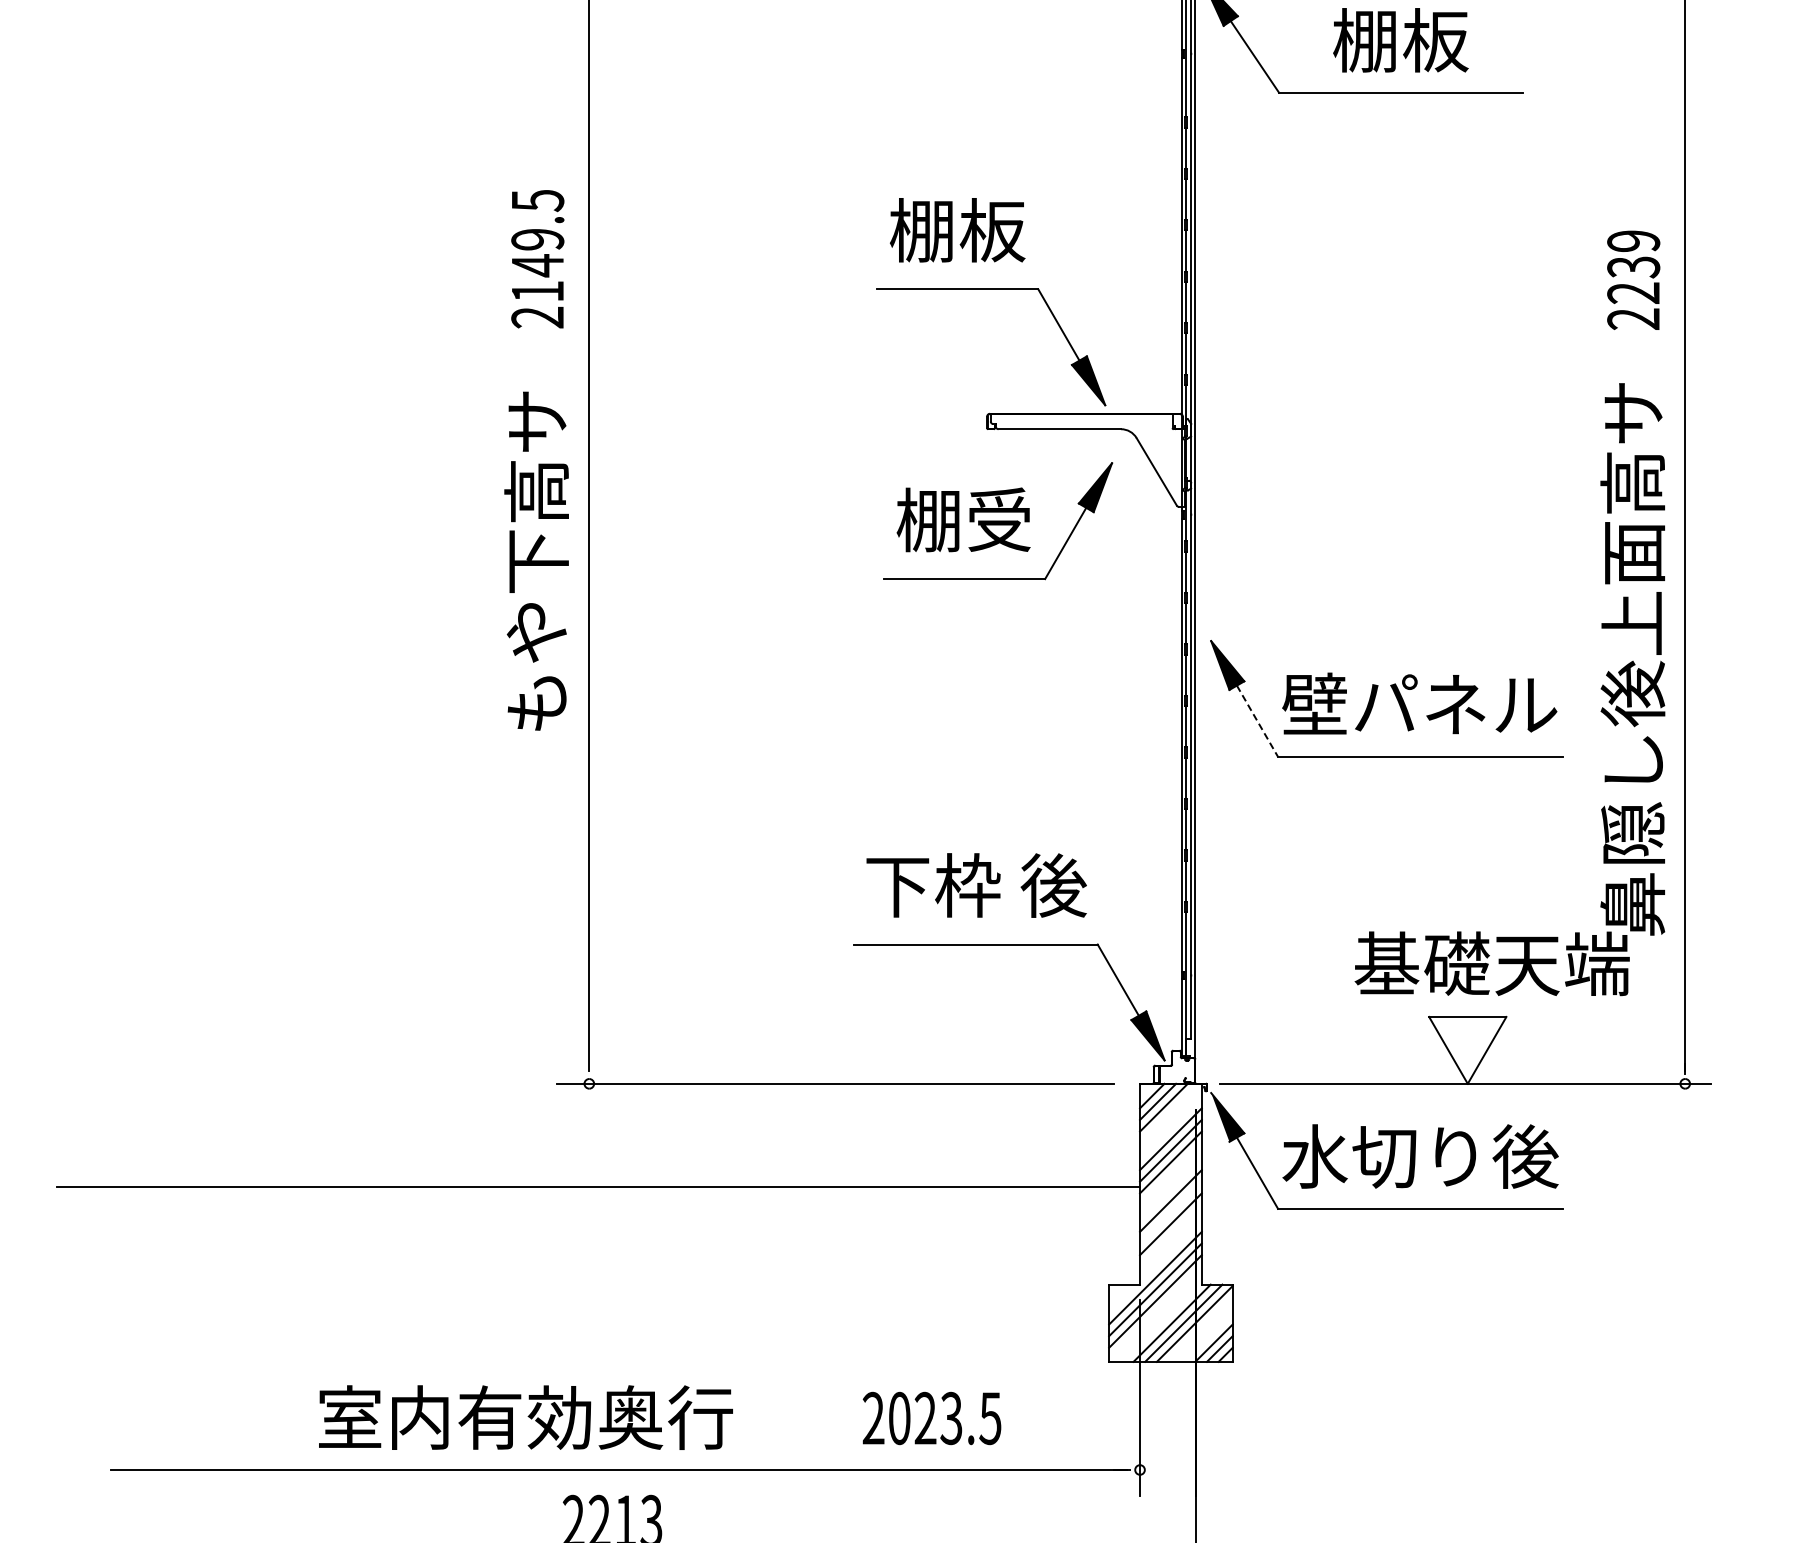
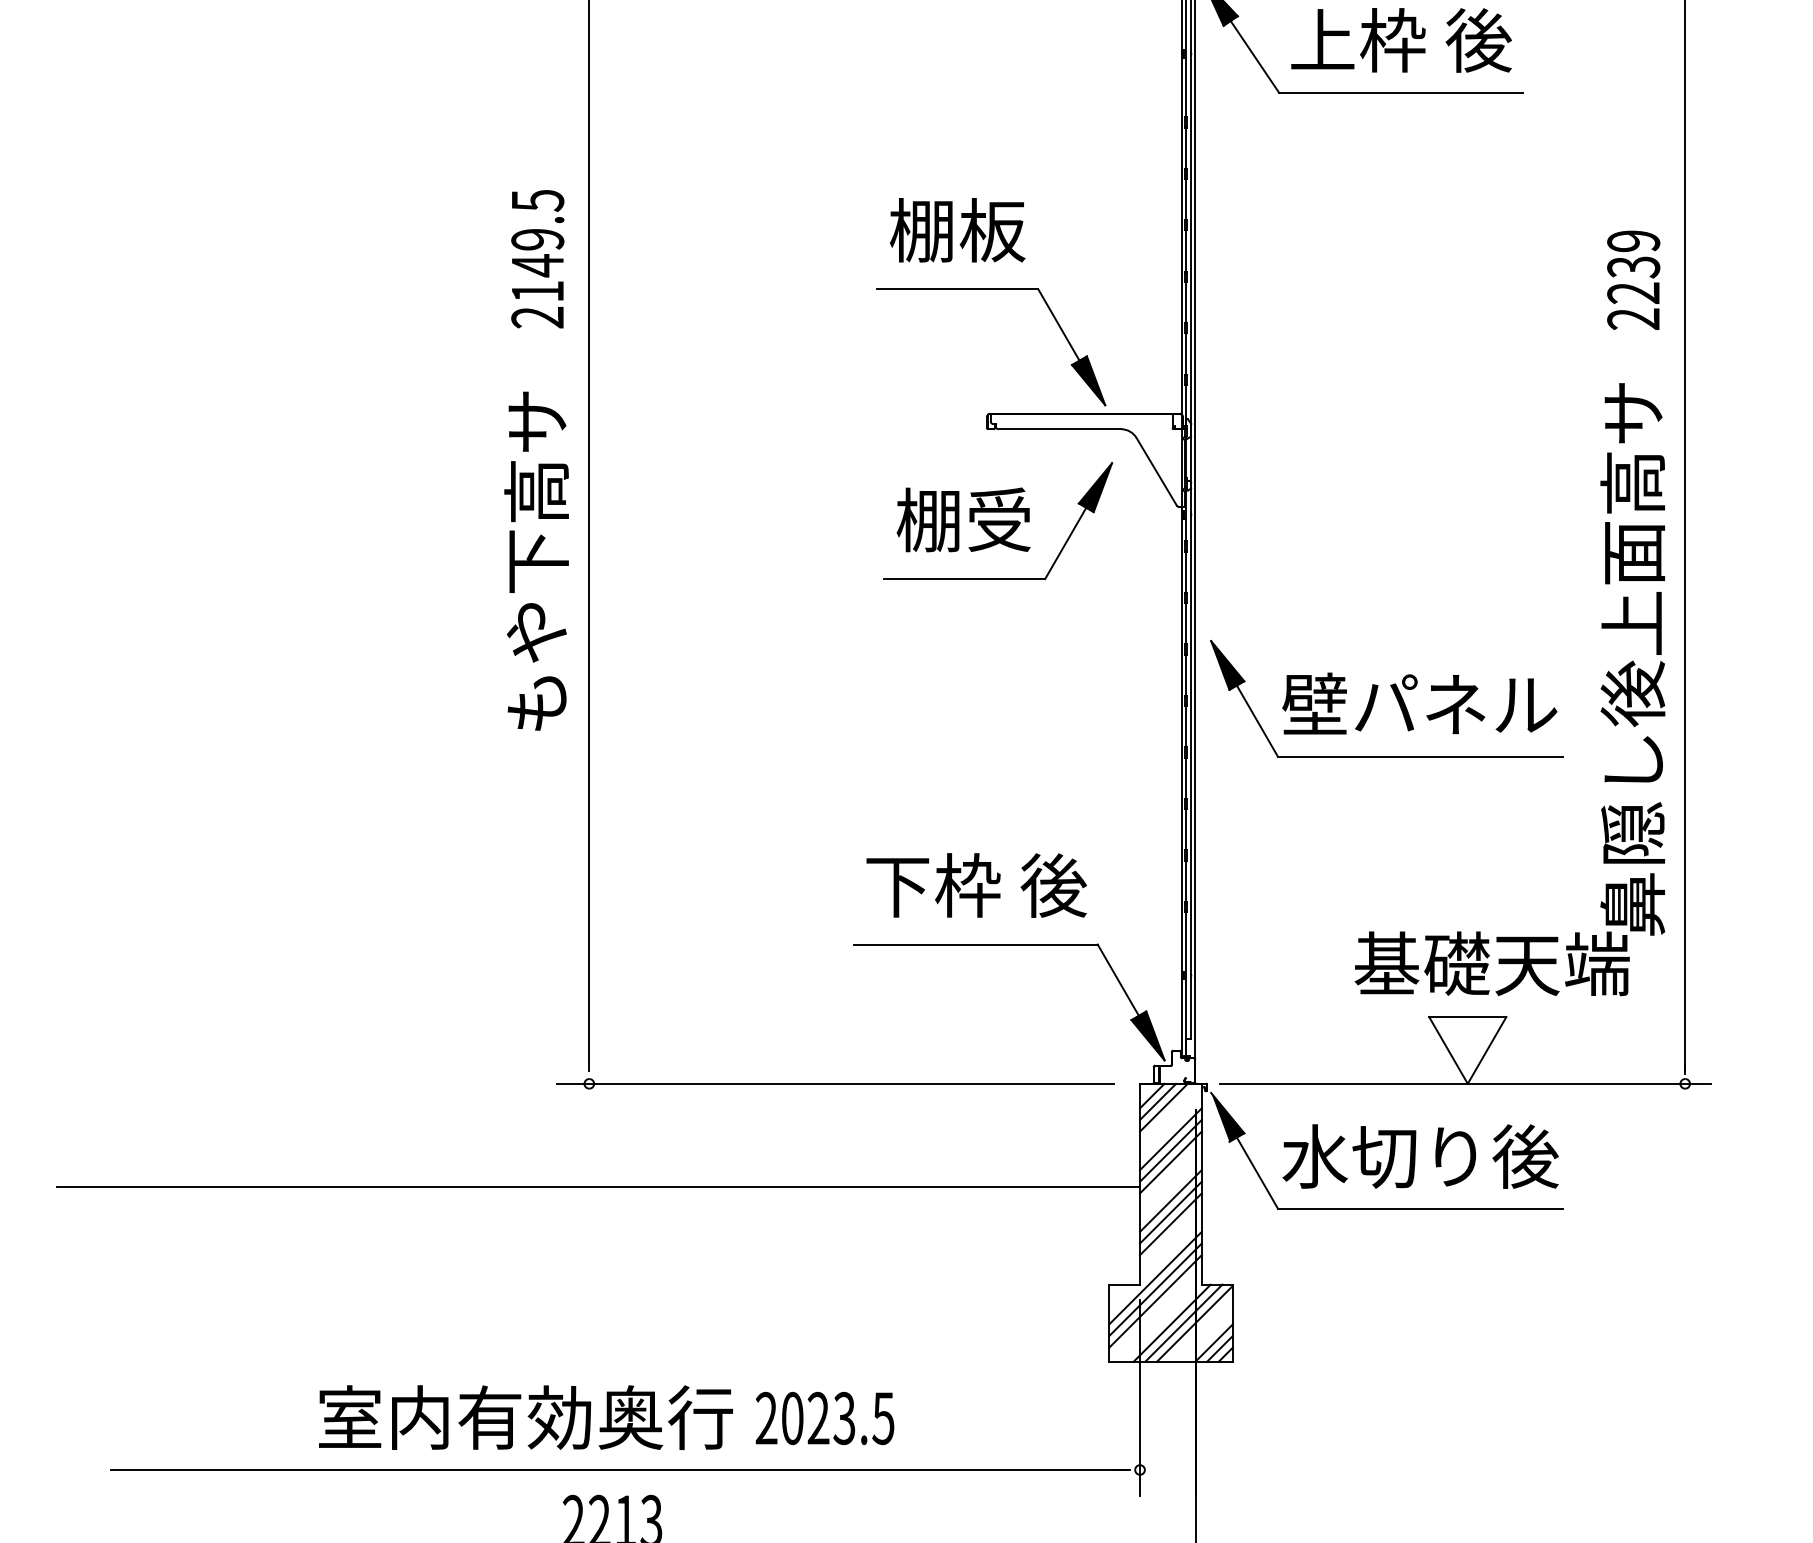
text at (1401, 40): 棚板 -> 上枠 後
line at (1257, 721): dashed -> solid
line at (1170, 1212): none -> present
text at (931, 1418) position: (931, 1418) -> (824, 1418)
